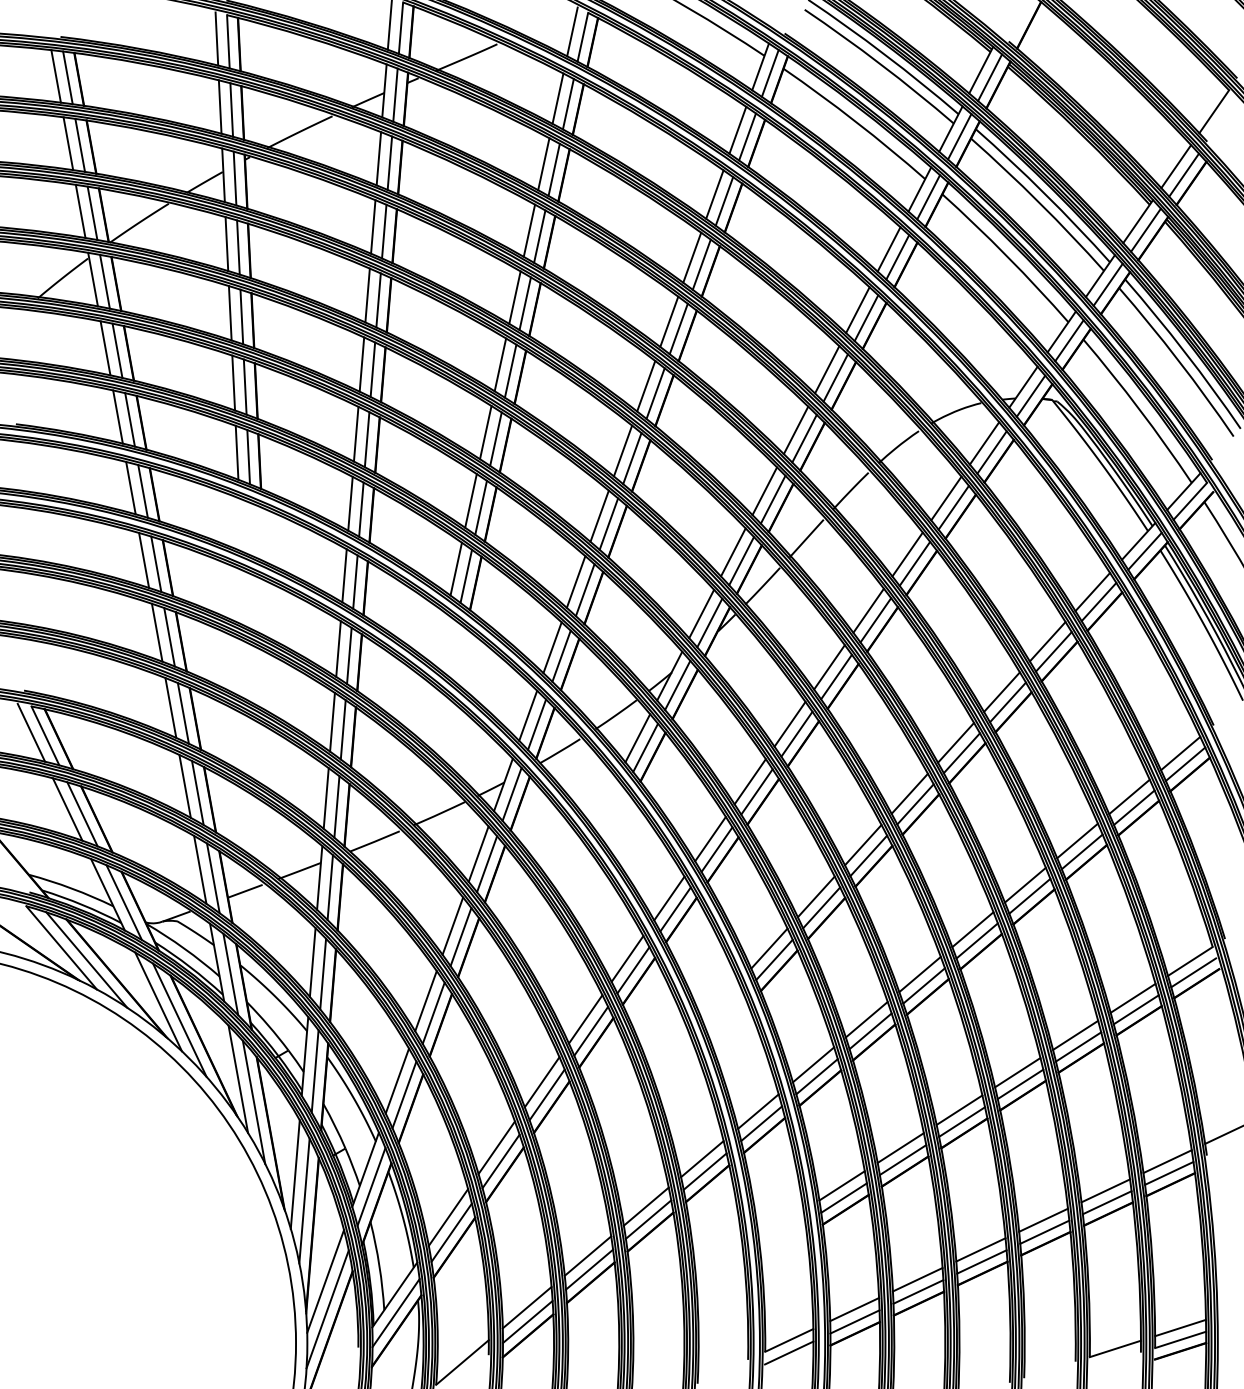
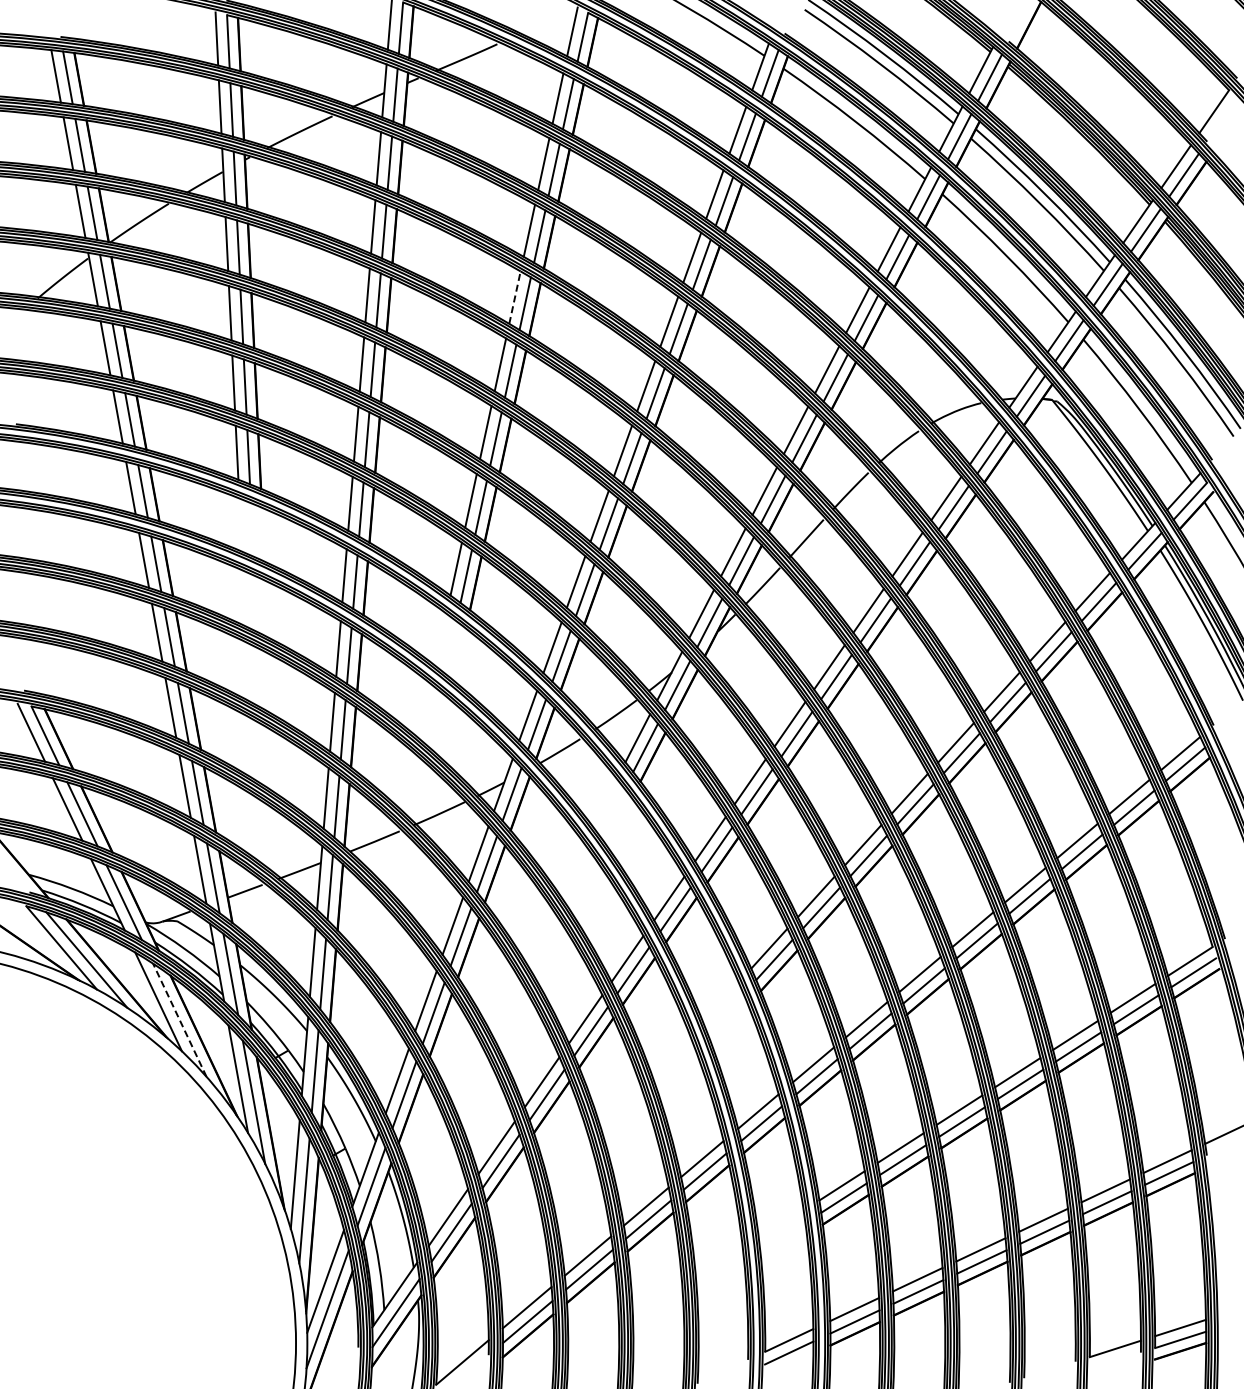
line at (514, 297): solid -> dashed
line at (179, 1020): solid -> dashed
